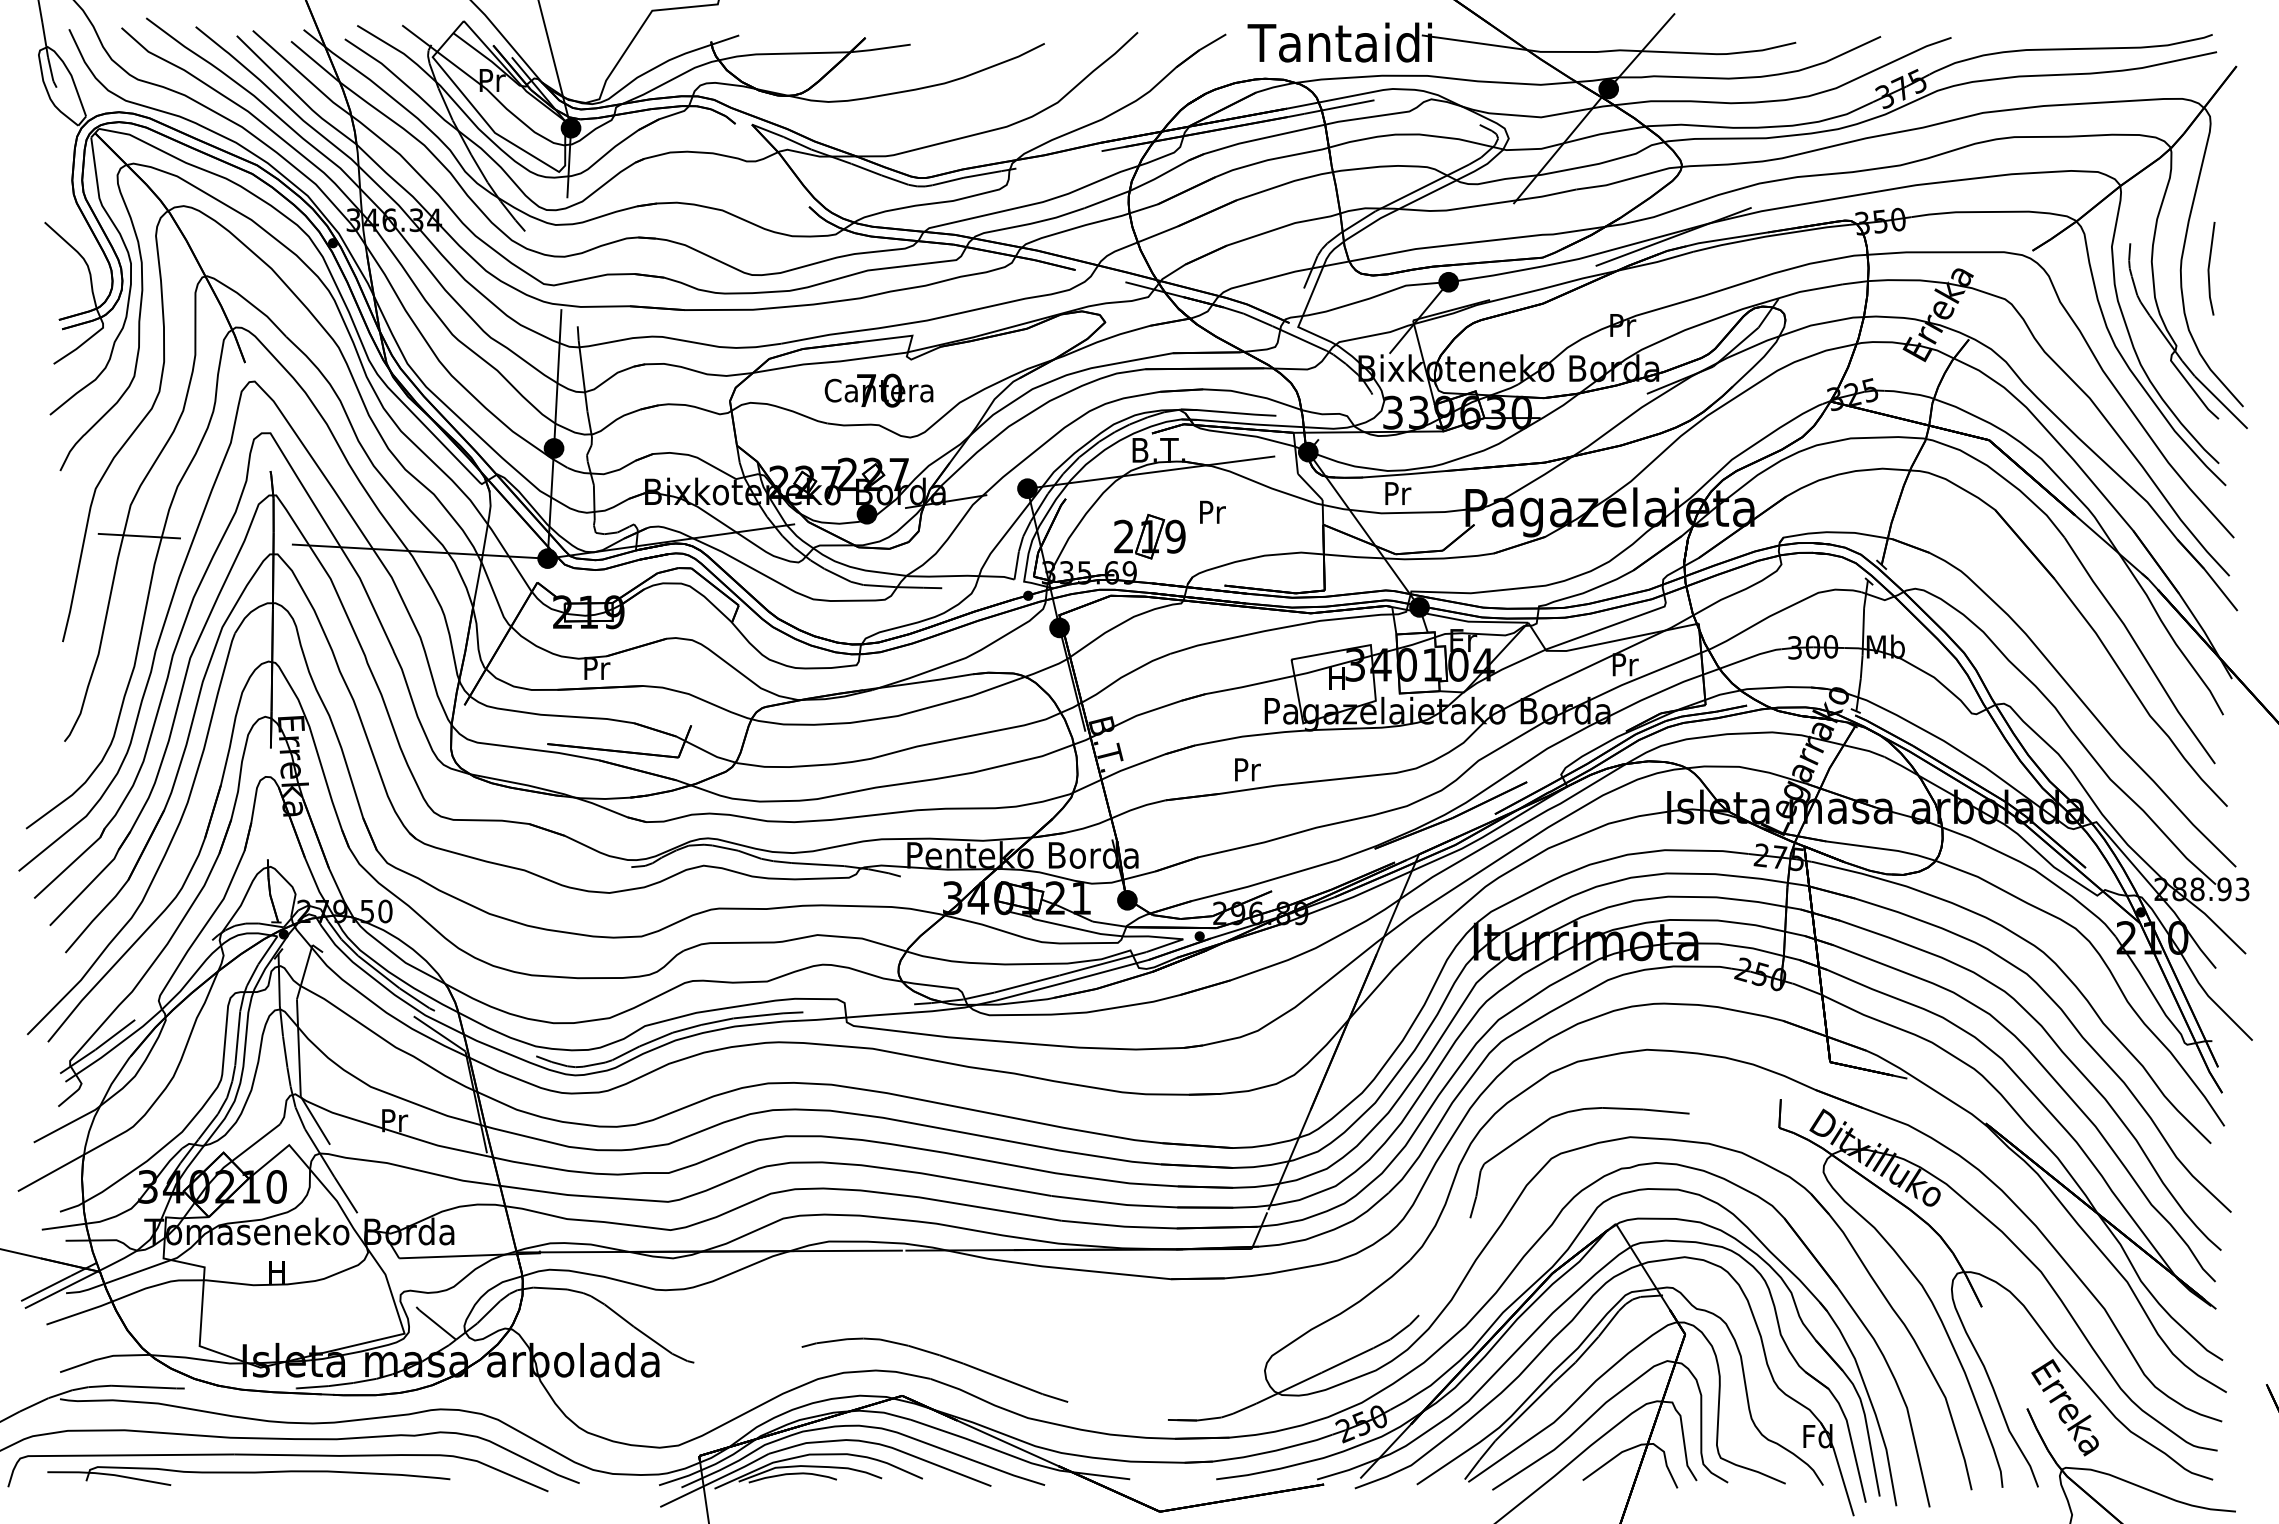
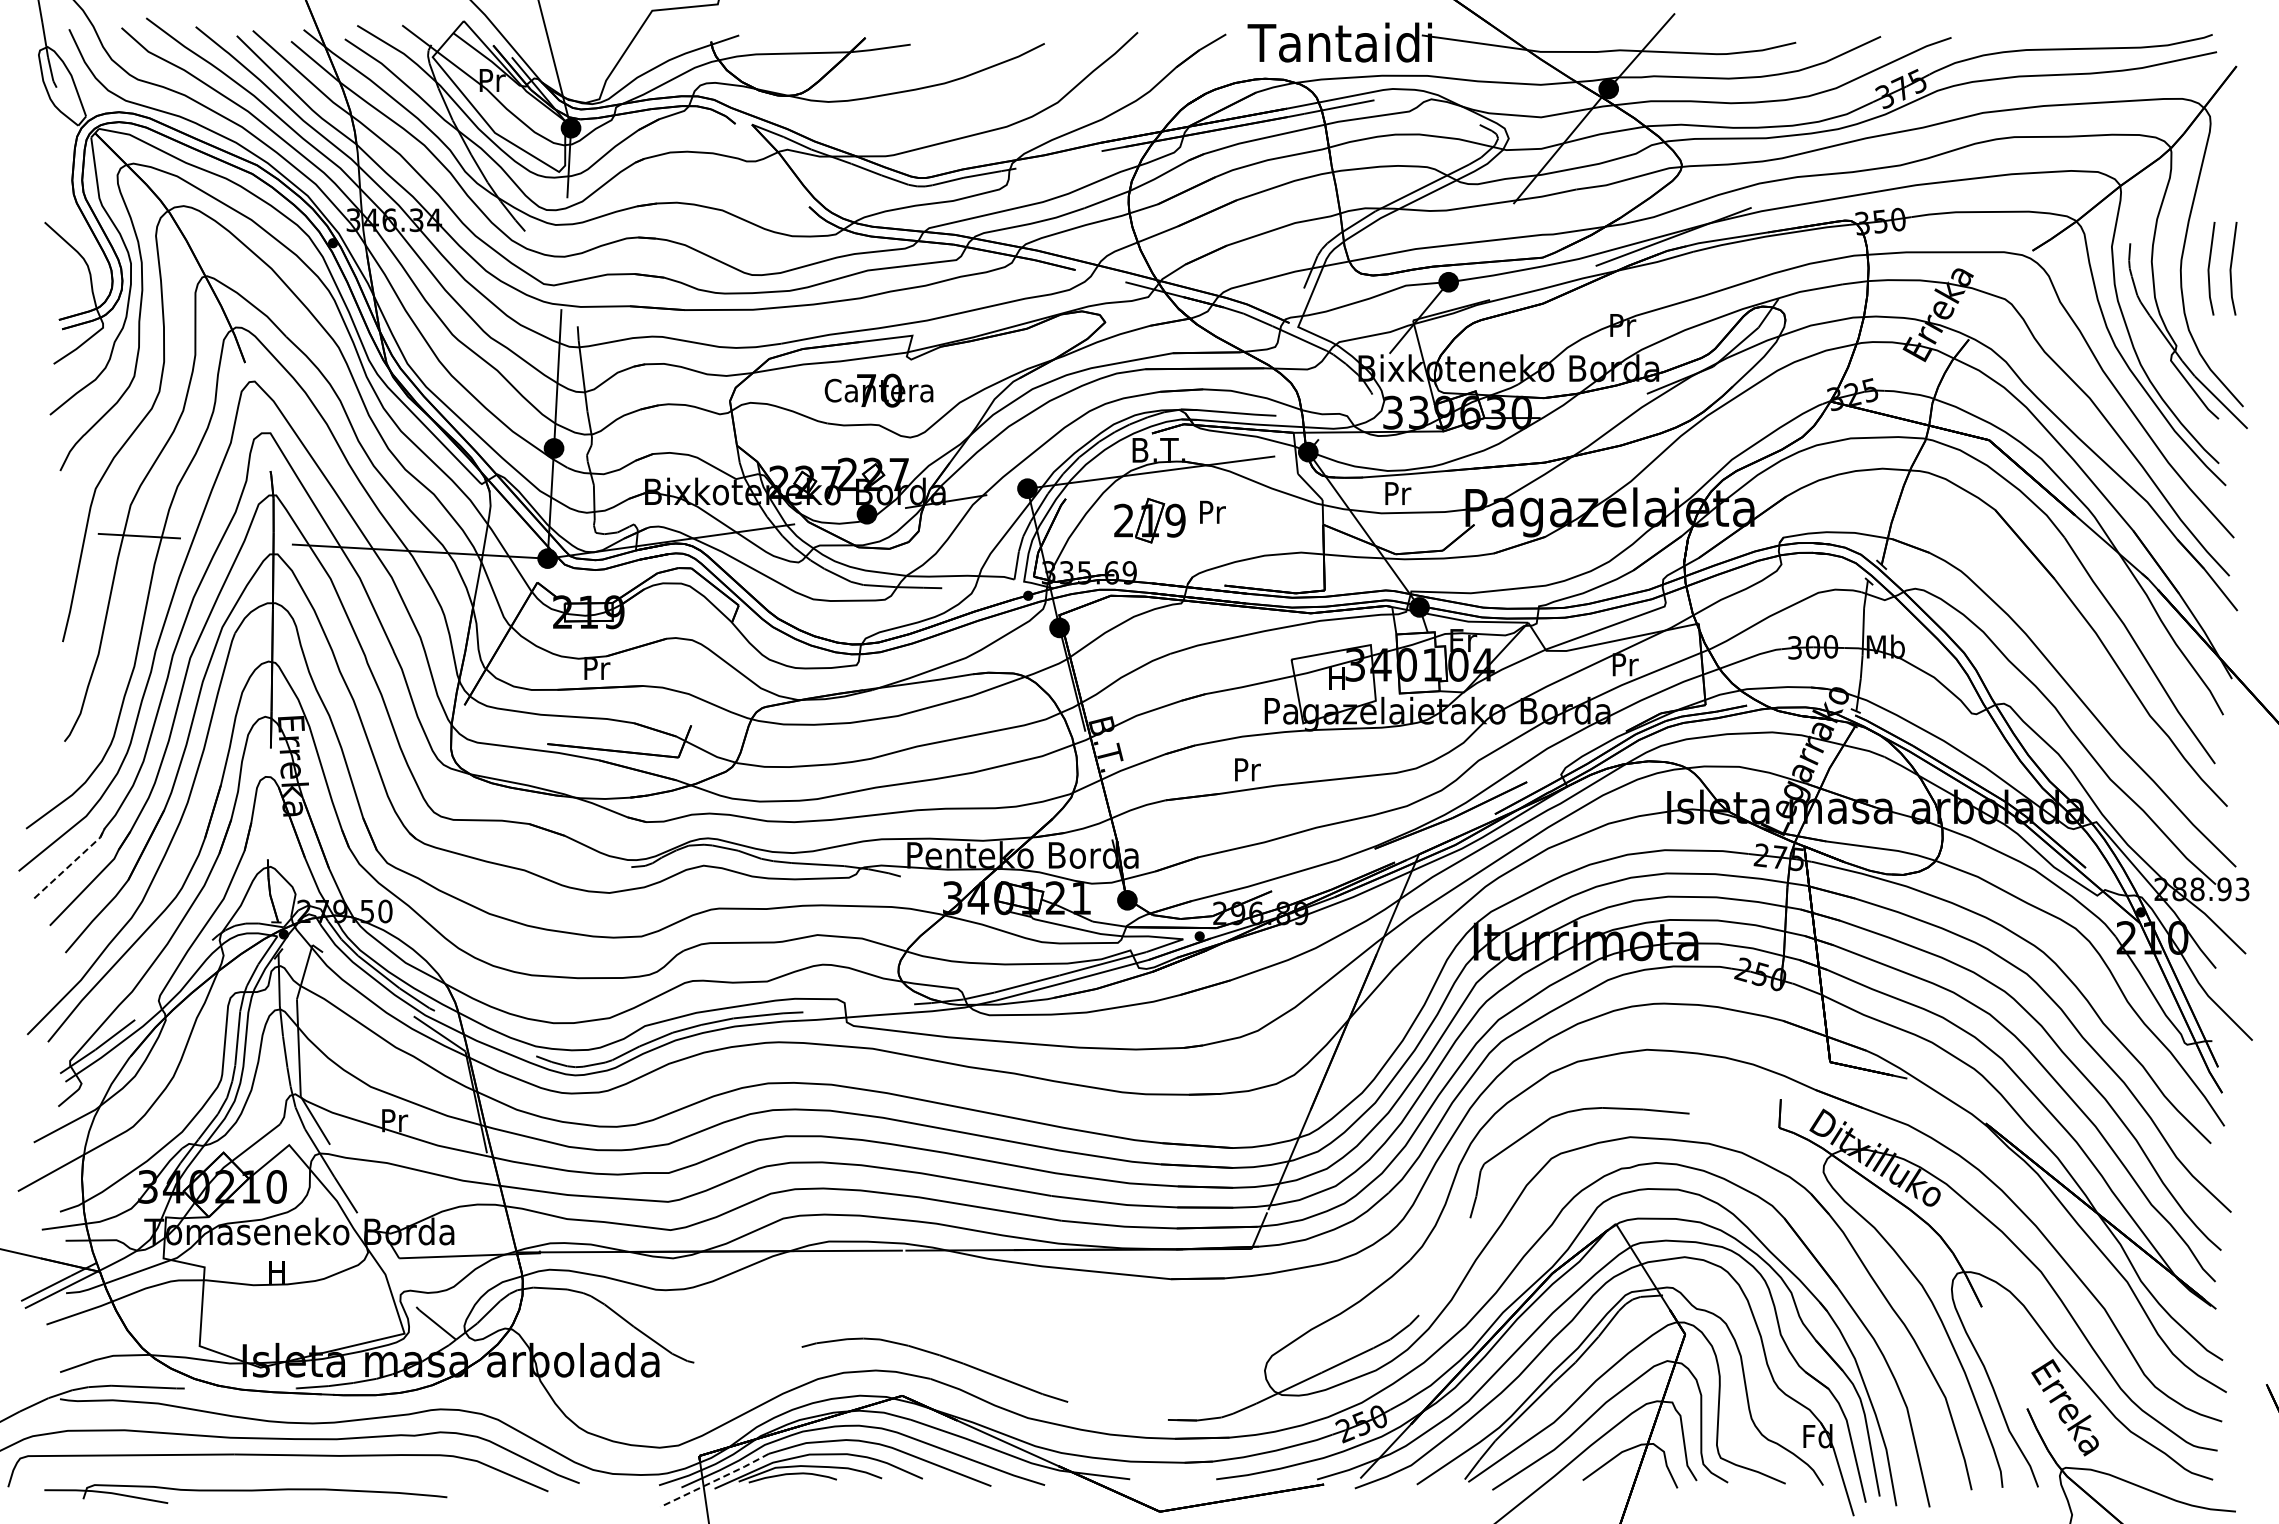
line at (2231, 268): none -> present
part at (1149, 536) position: (1149, 536) -> (1149, 520)
line at (71, 863): solid -> dashed
part at (248, 1475) position: (248, 1475) -> (245, 1493)
line at (715, 1480): solid -> dashed
